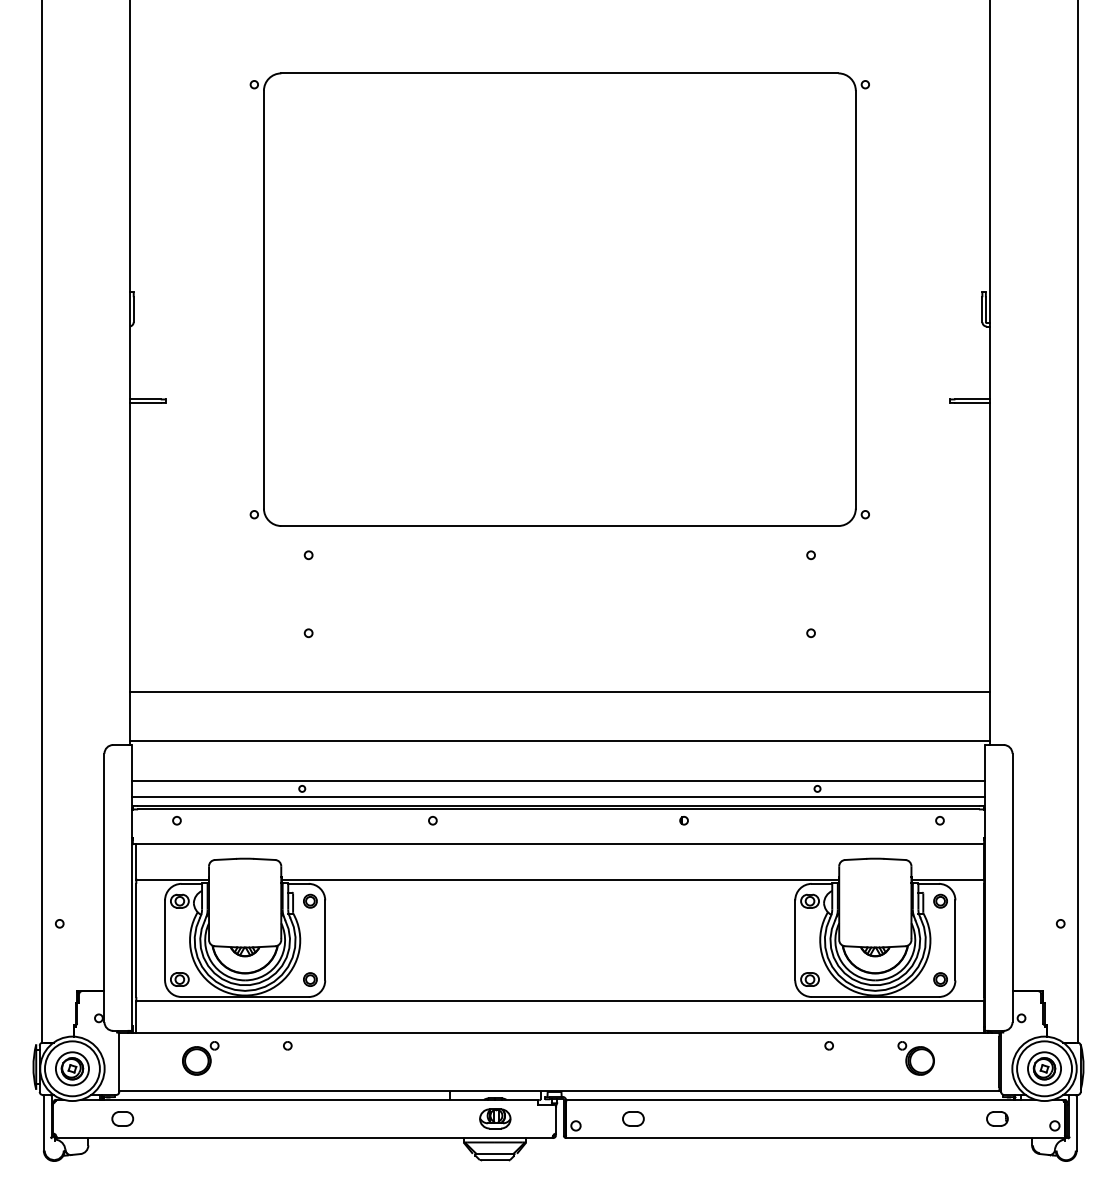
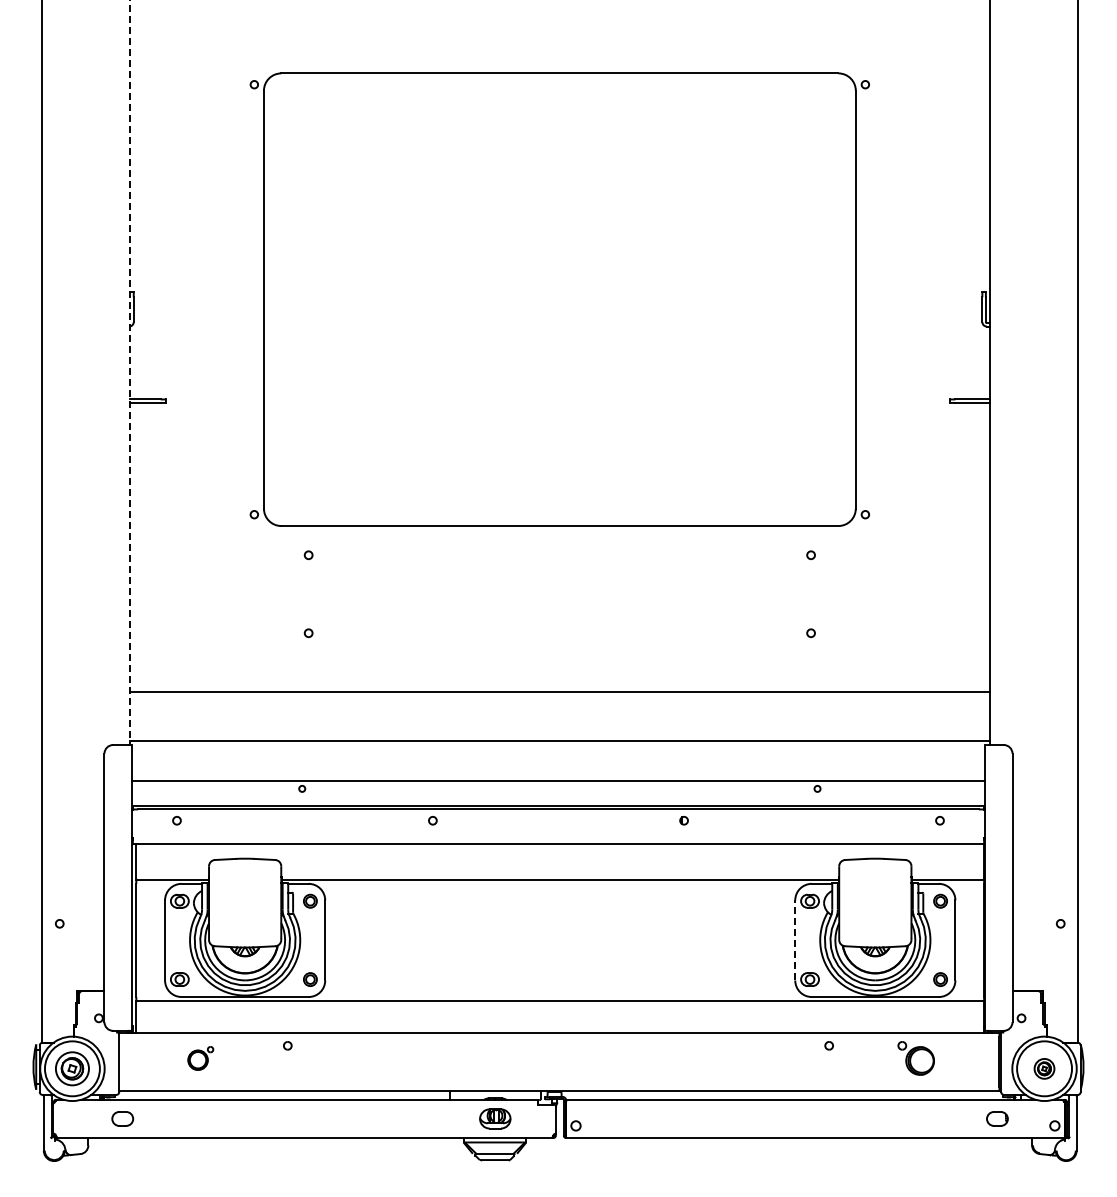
line at (130, 373): solid -> dashed
line at (557, 796): present -> none
line at (795, 939): solid -> dashed
part at (200, 1058) size: 38x35 px -> 28x25 px
part at (1044, 1068) size: 35x36 px -> 23x22 px
part at (633, 1118): present -> none
